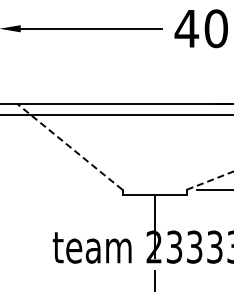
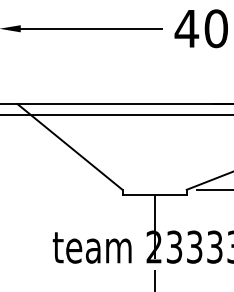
line at (70, 146): dashed -> solid
line at (210, 180): dashed -> solid
